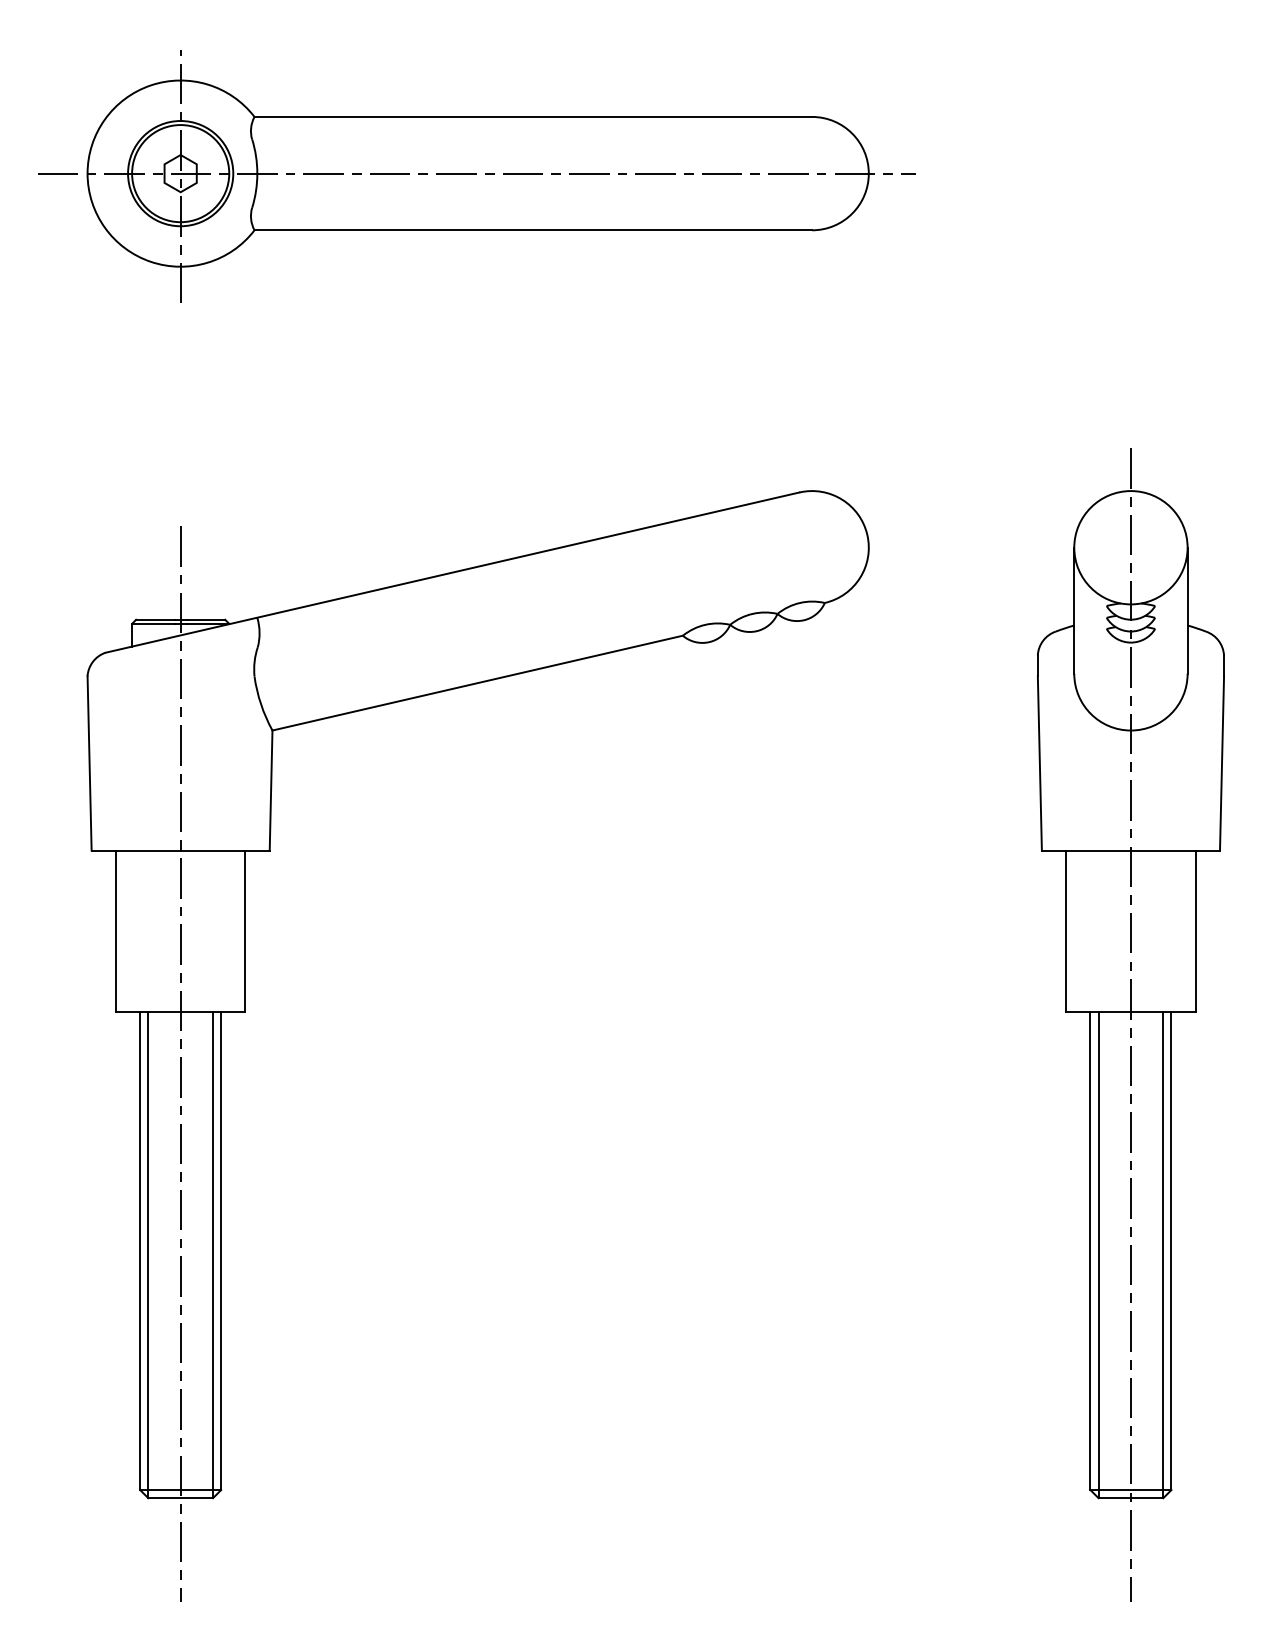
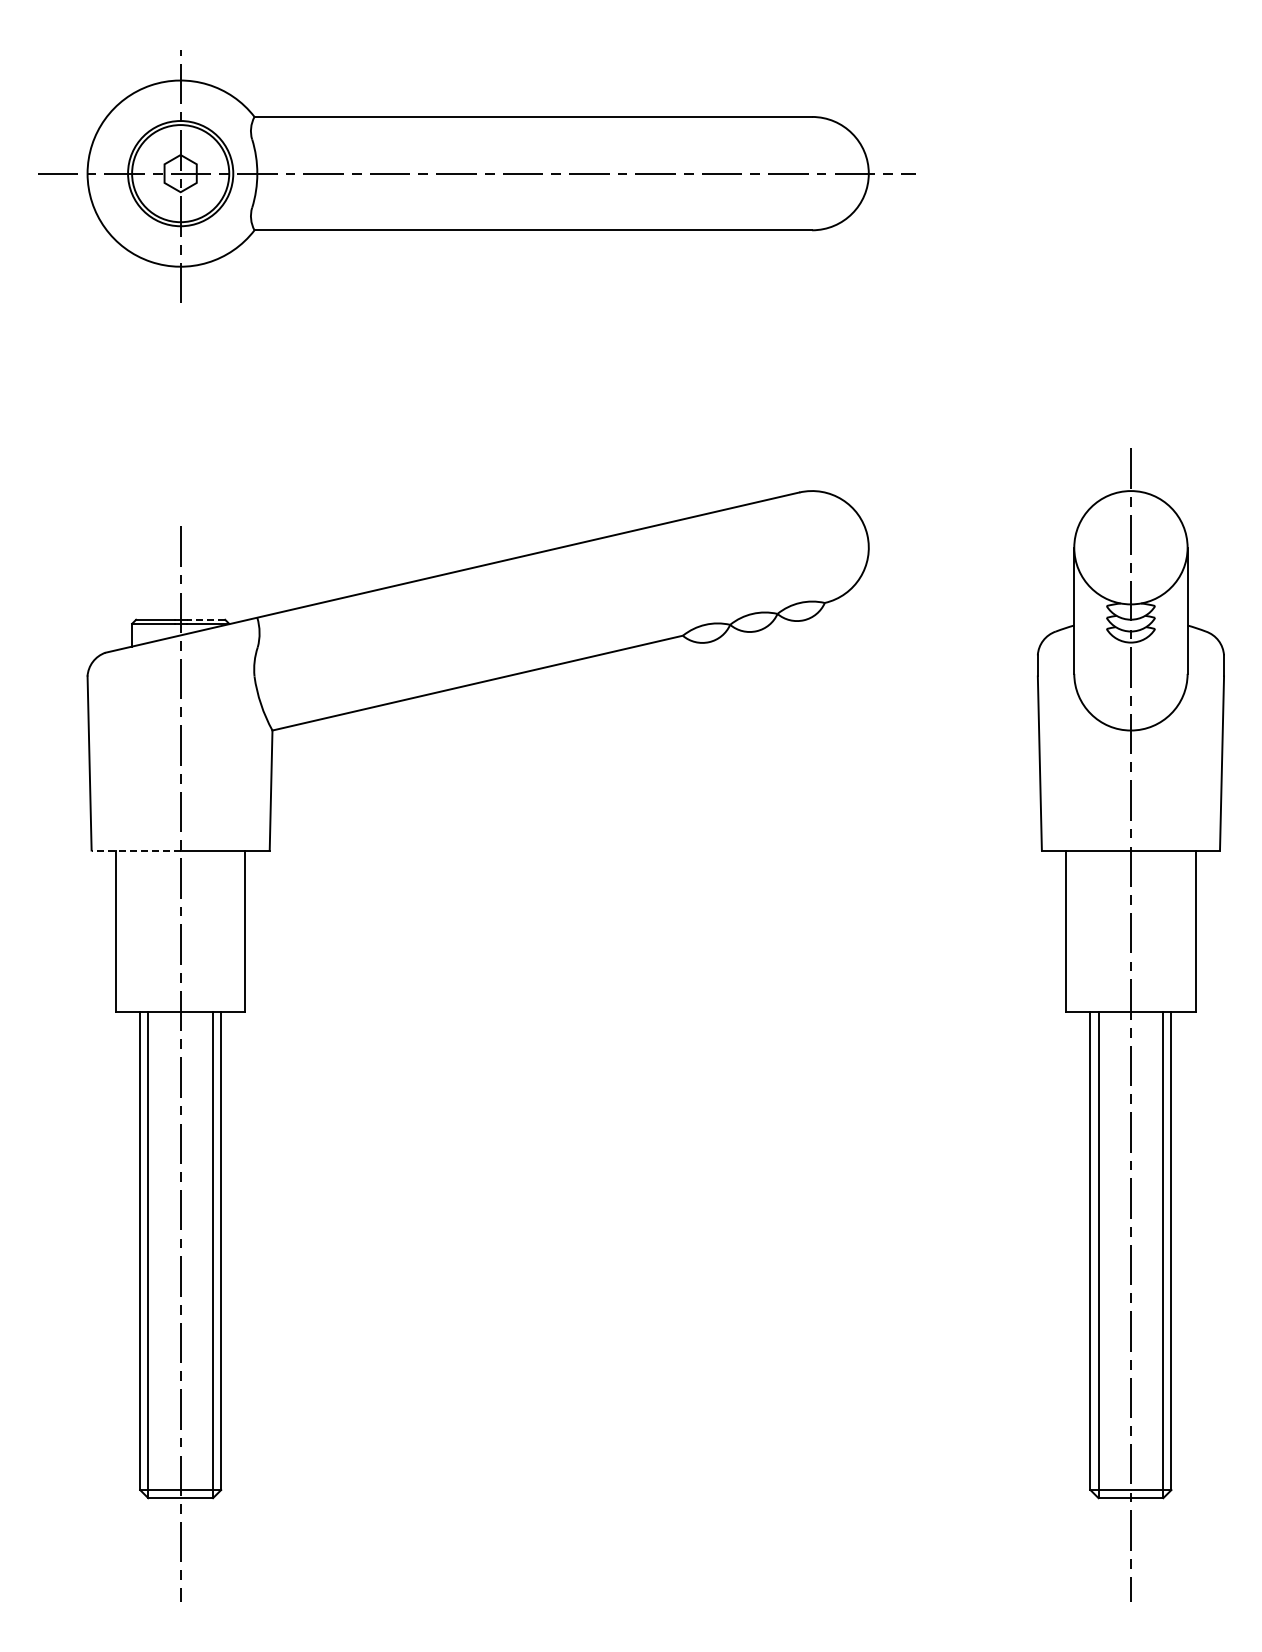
line at (205, 619): solid -> dashed
line at (136, 850): solid -> dashed
